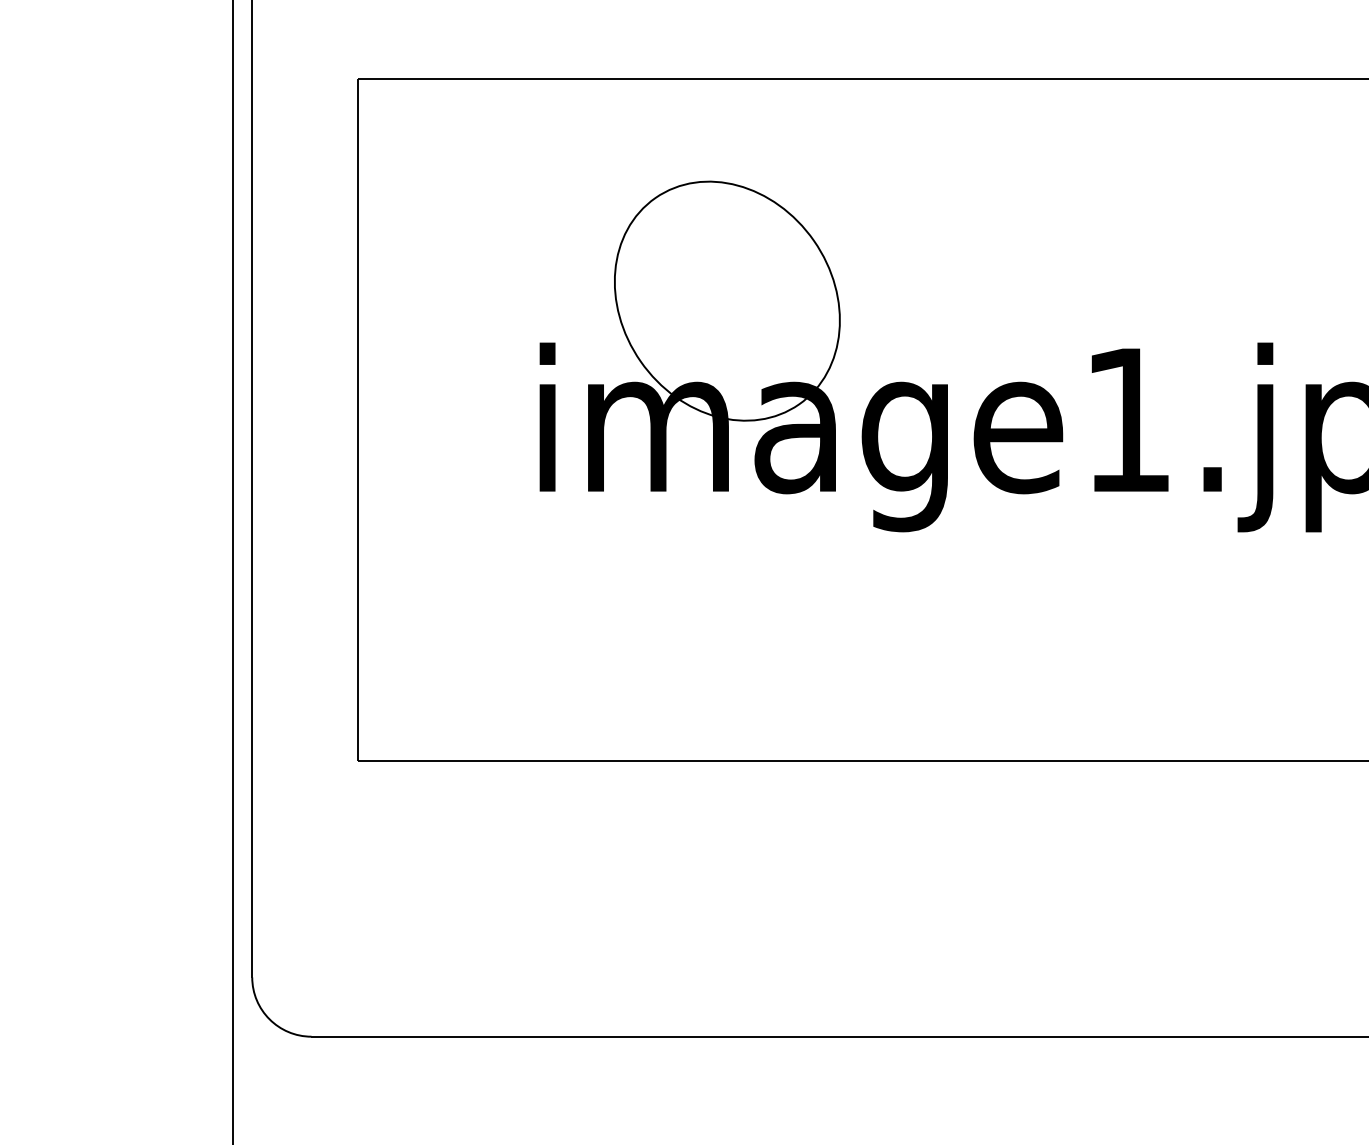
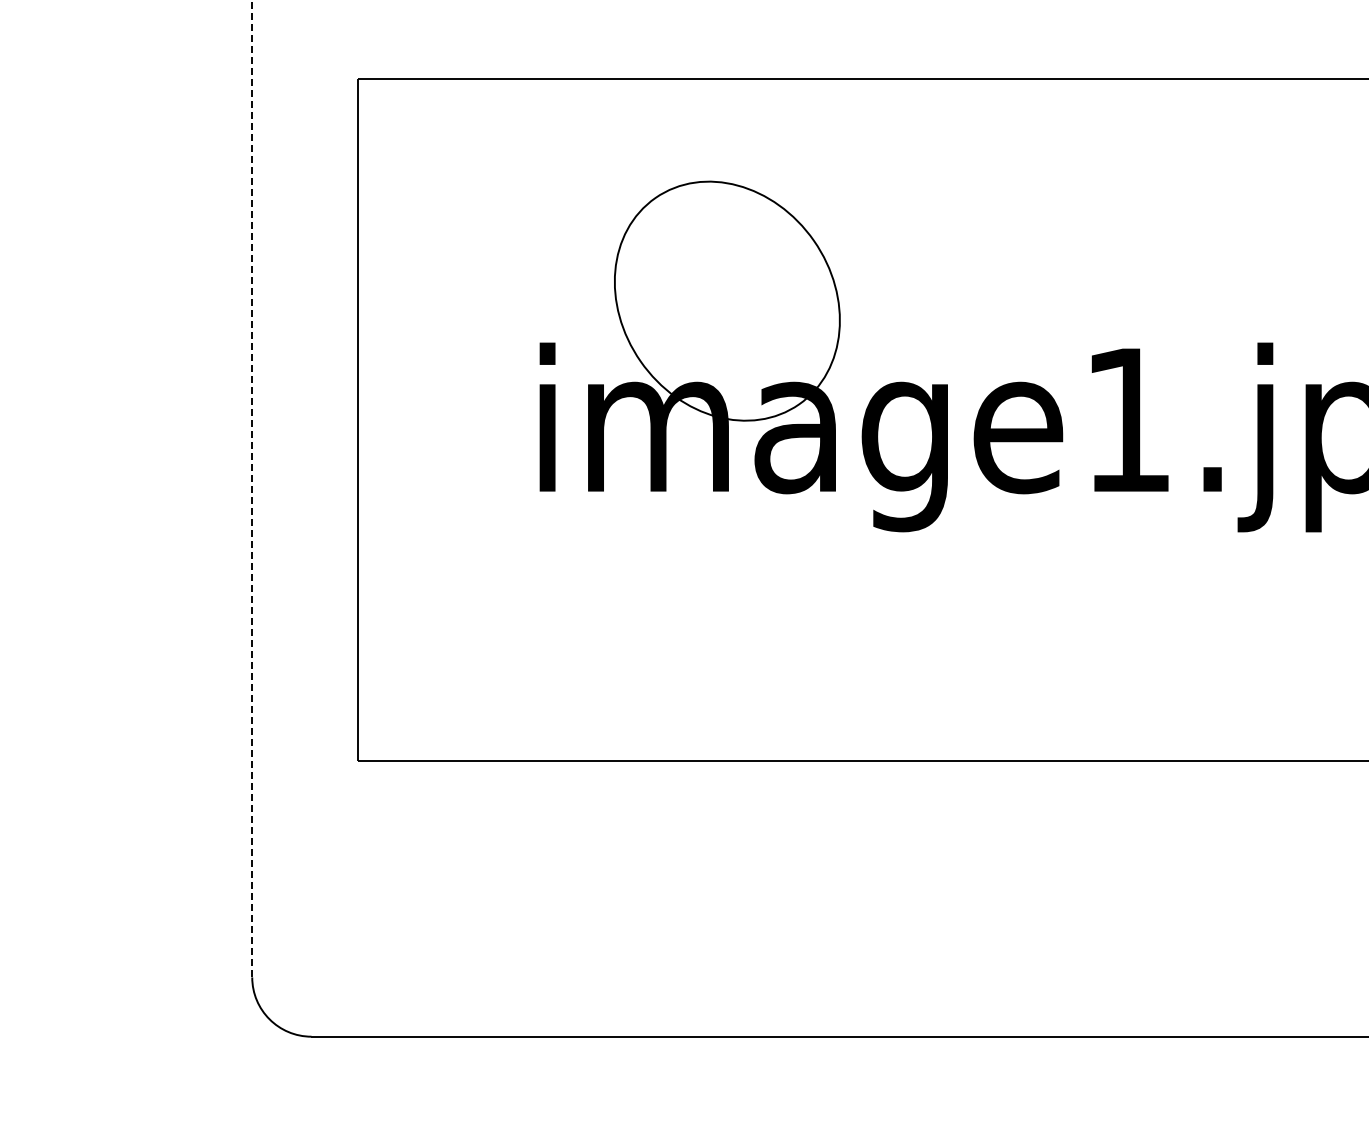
line at (252, 488): solid -> dashed
line at (233, 571): present -> none
